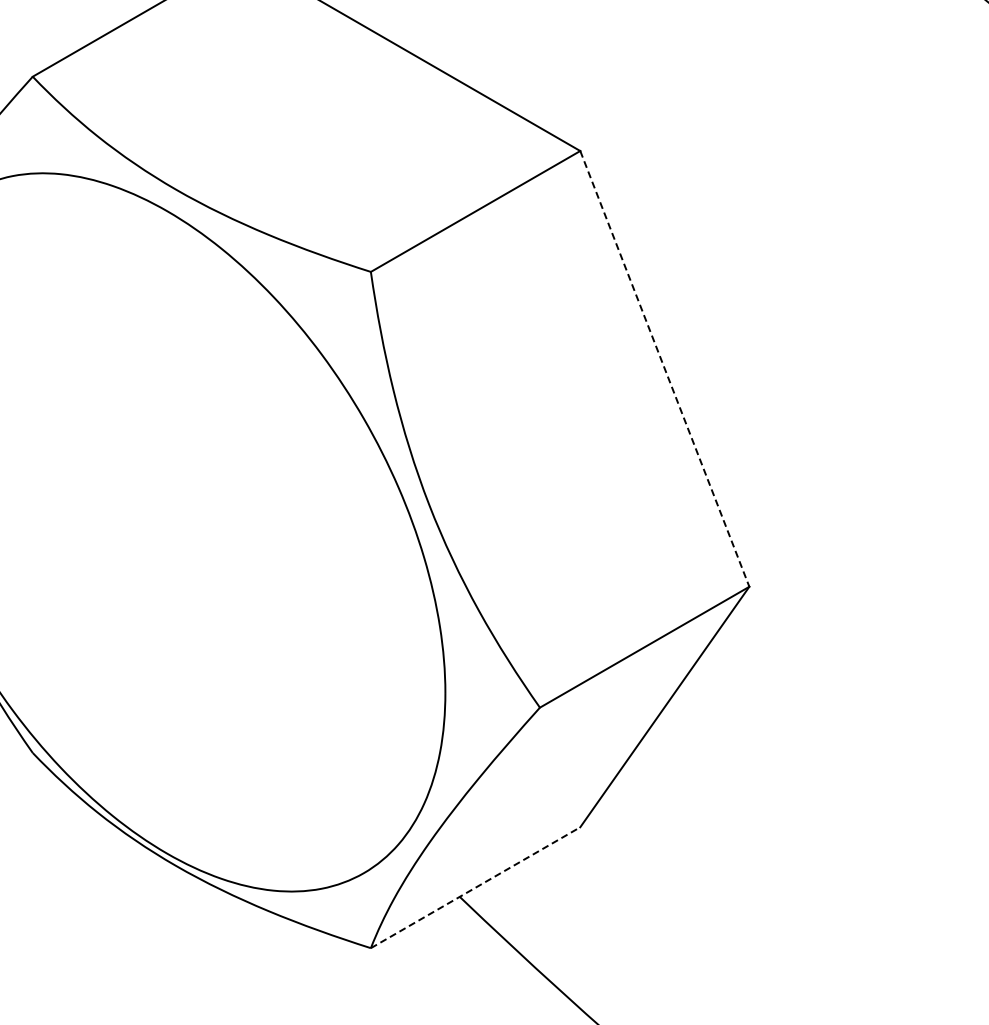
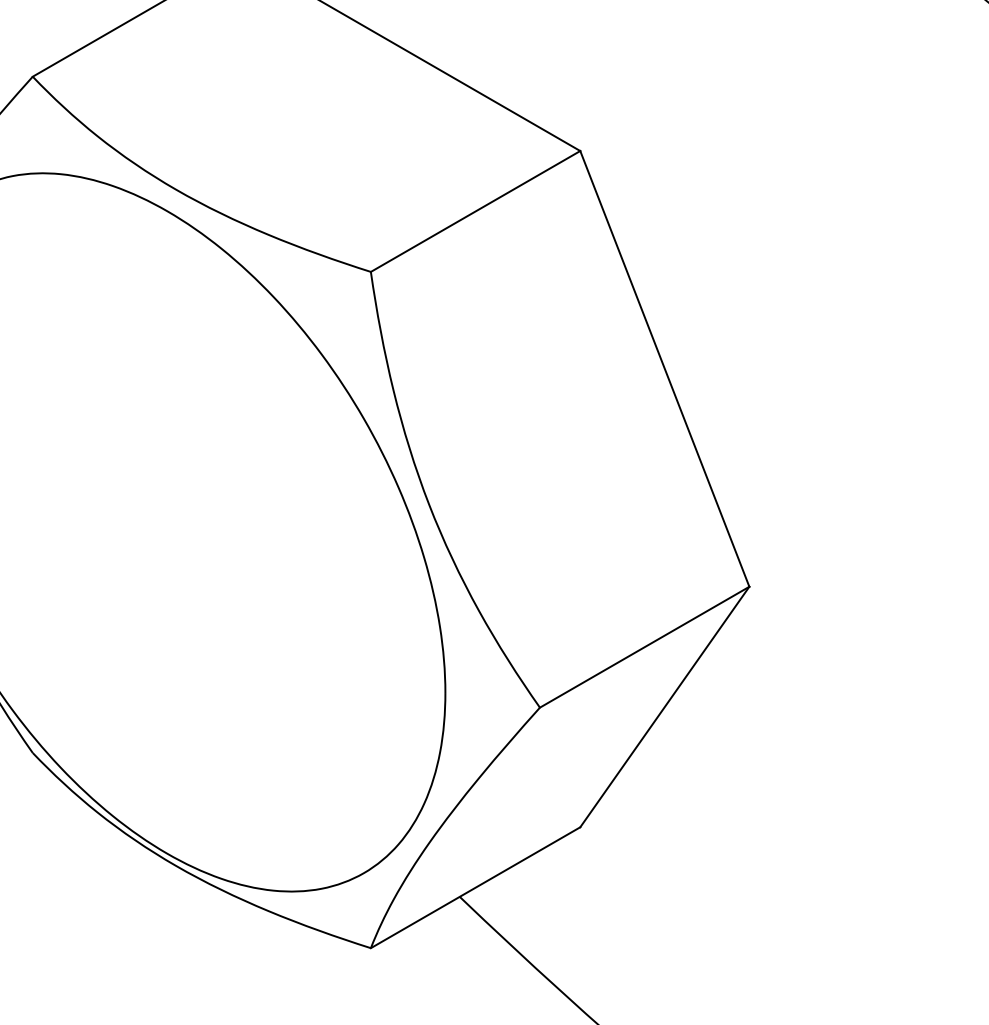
line at (664, 368): dashed -> solid
line at (475, 887): dashed -> solid
